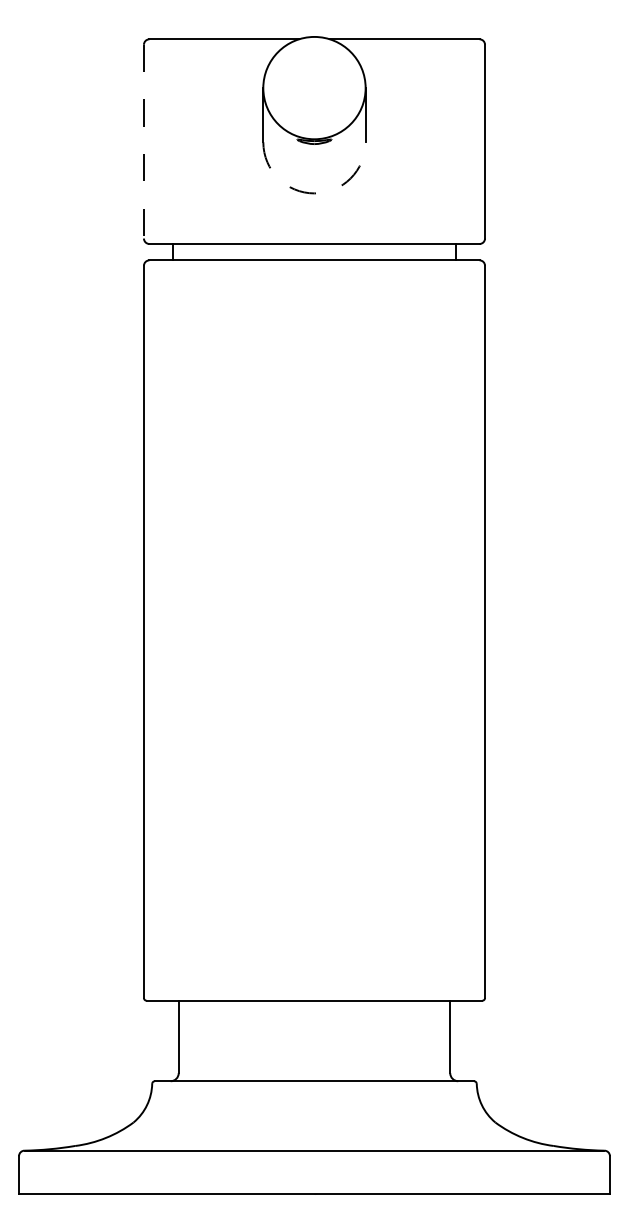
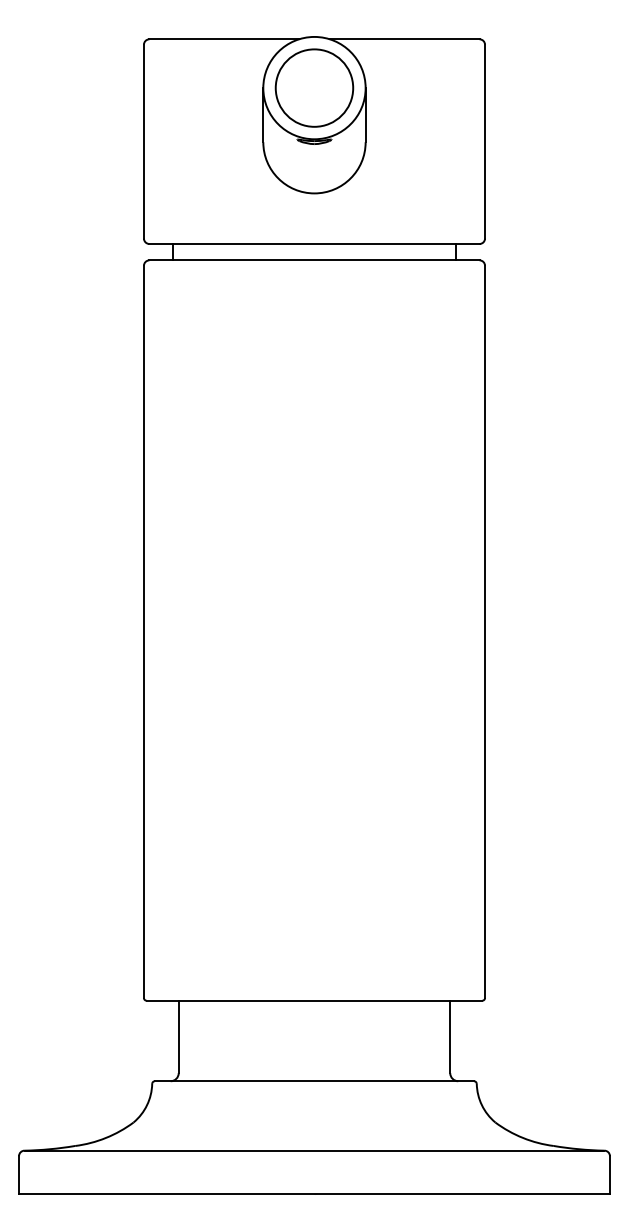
circle at (314, 87): none -> present
line at (143, 141): dashed -> solid
arc at (314, 193): dashed -> solid
